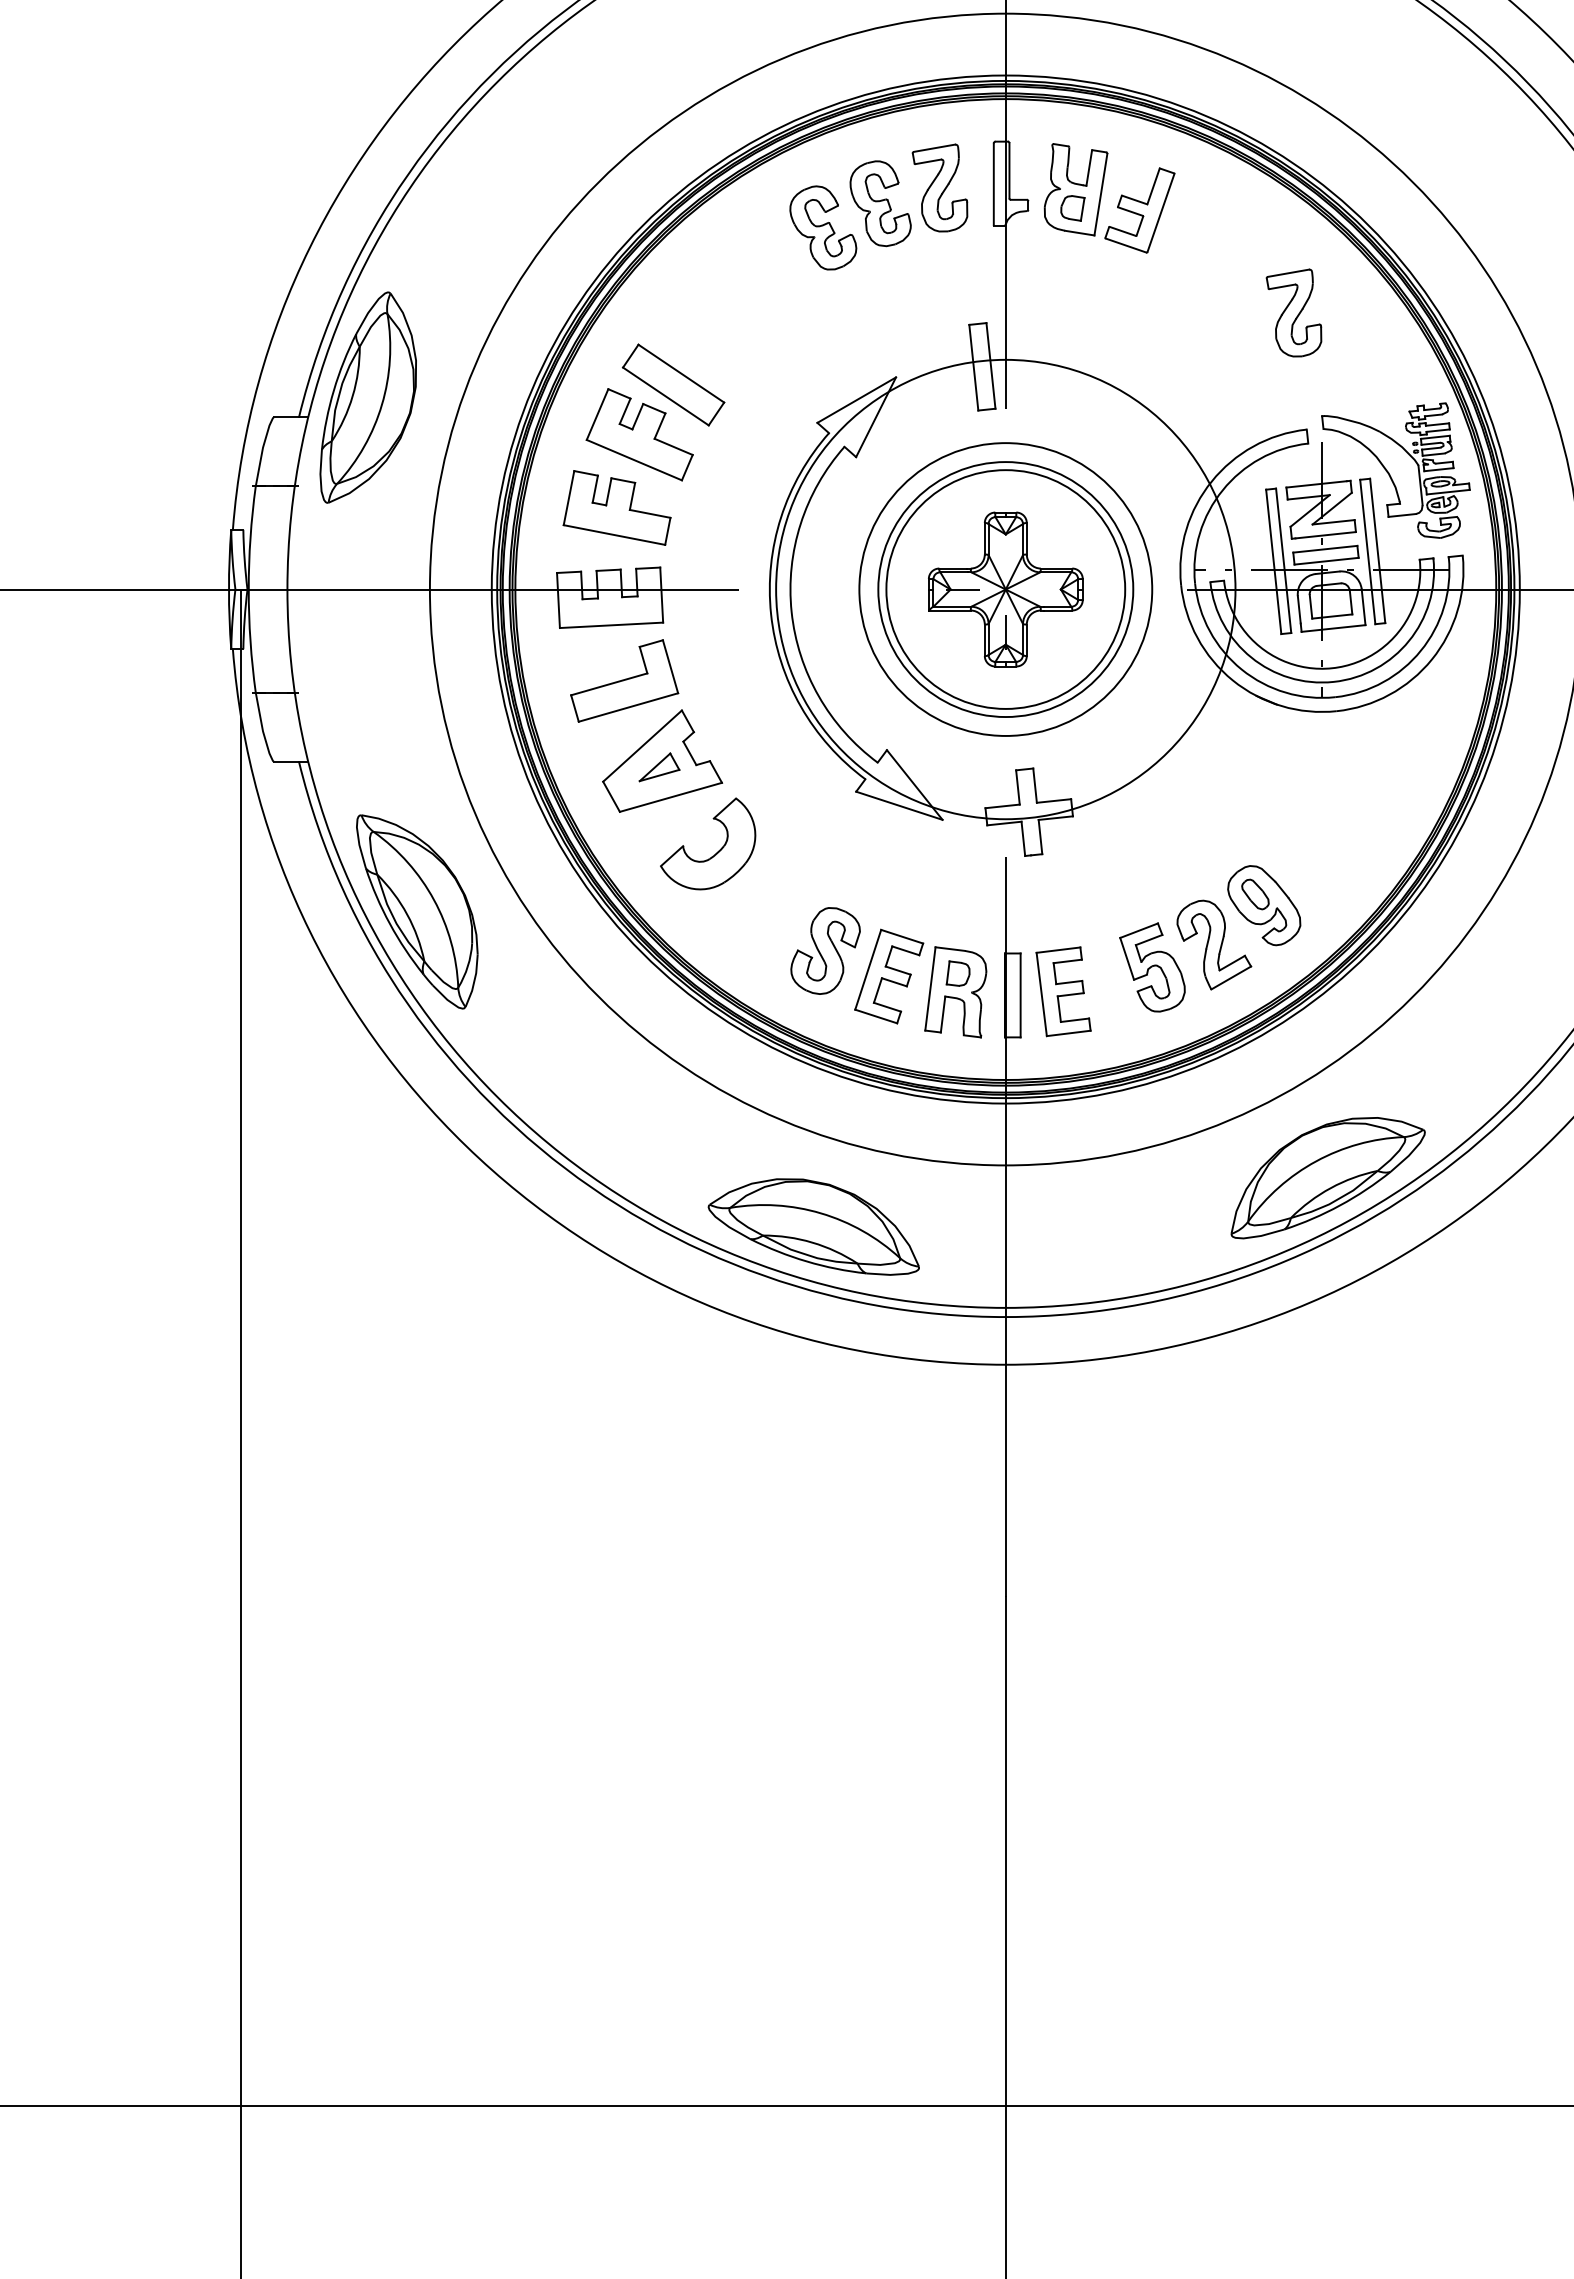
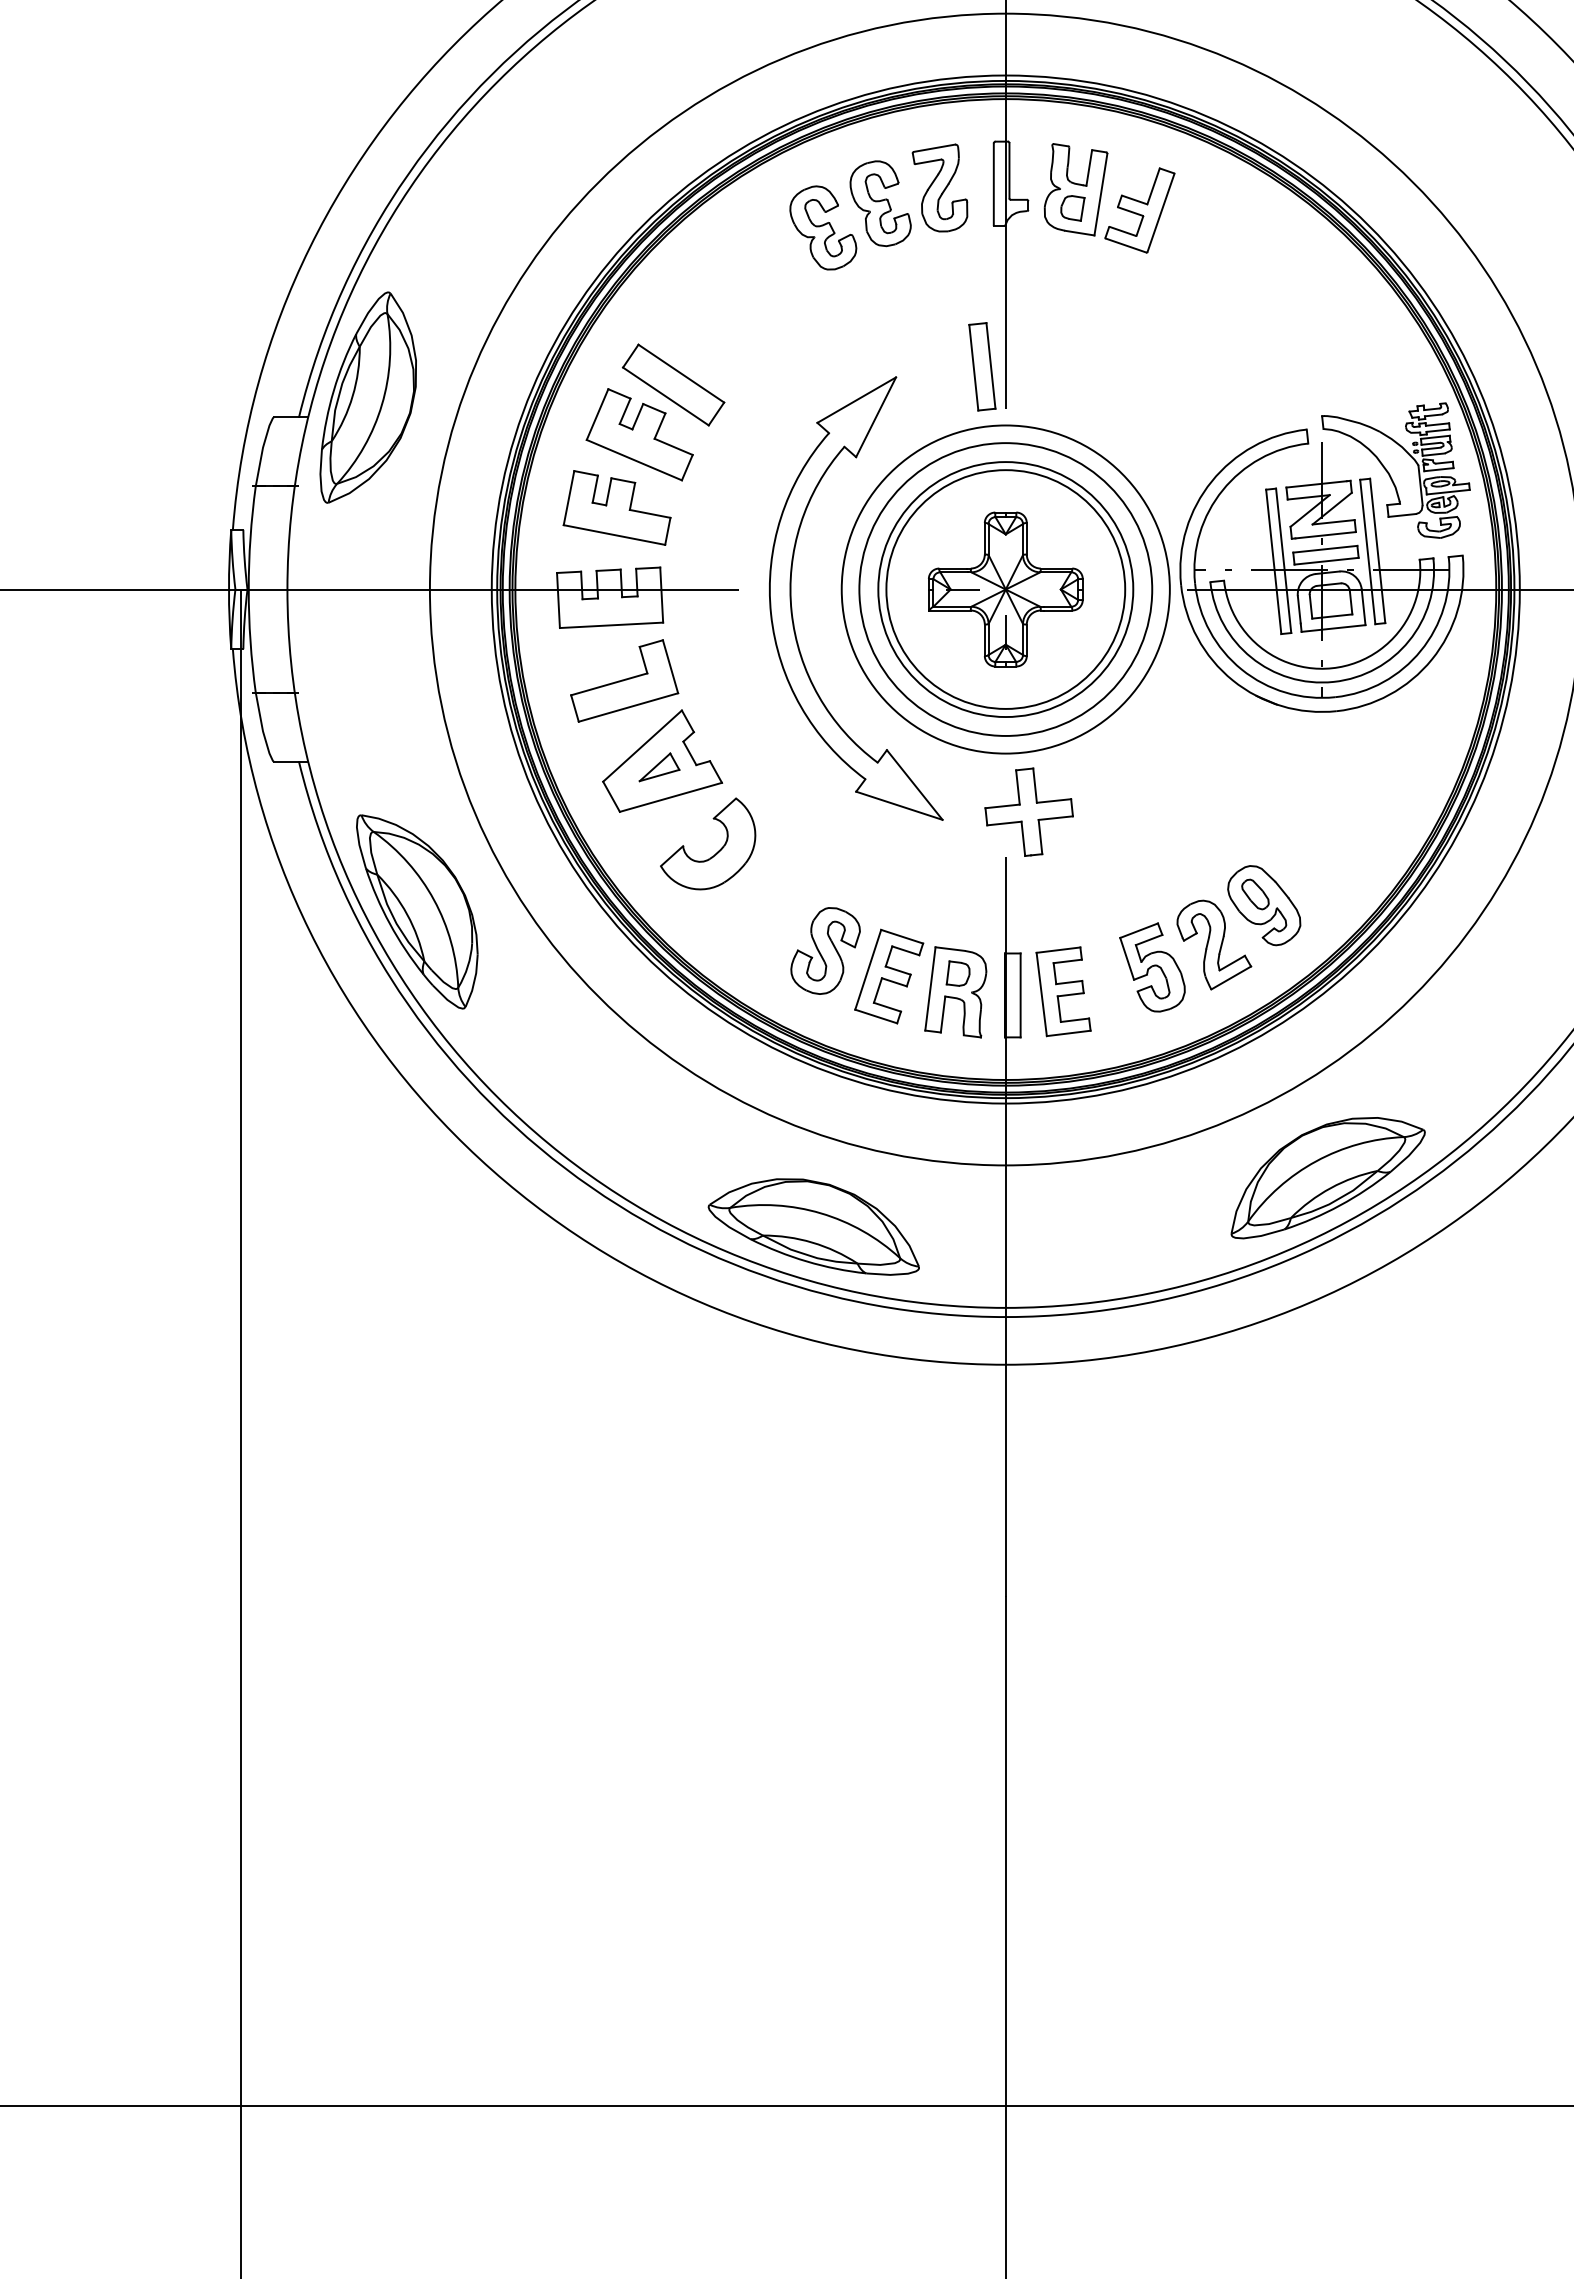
part at (1293, 312): present -> none
circle at (1005, 589) diameter: 459 px -> 328 px
